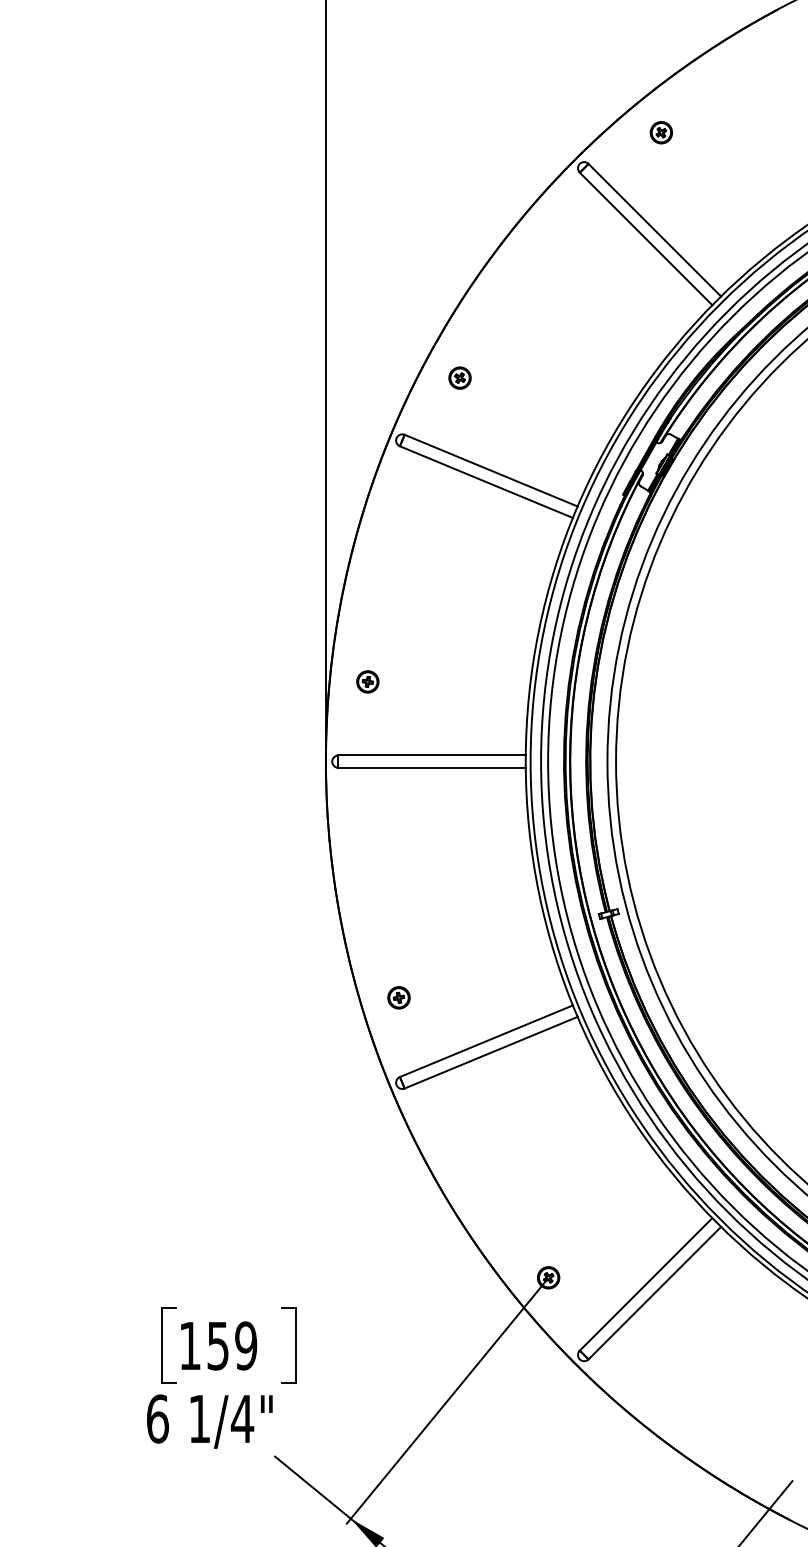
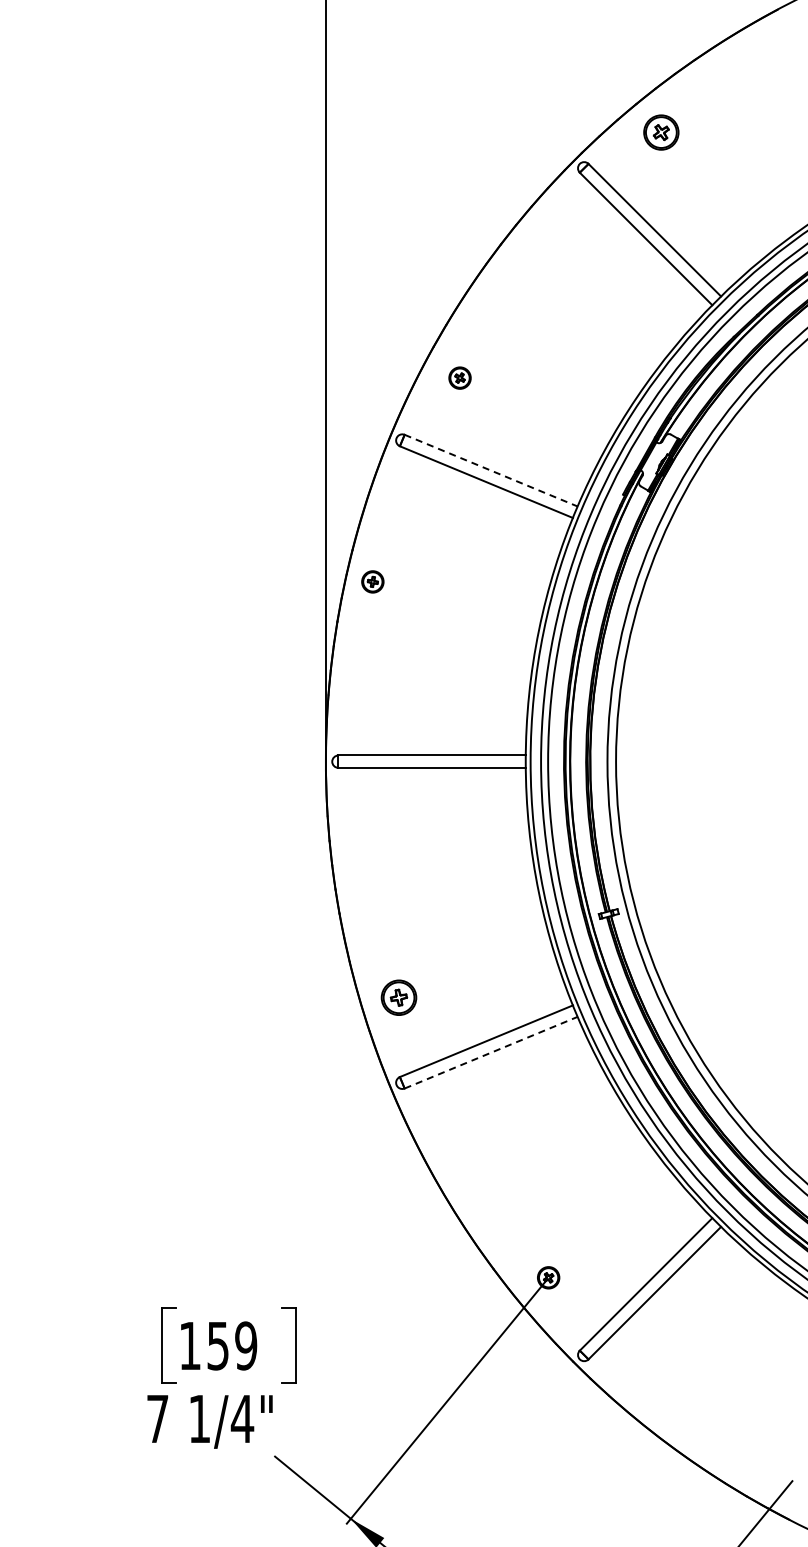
part at (661, 132) size: 25x24 px -> 37x37 px
line at (491, 470): solid -> dashed
part at (367, 681) position: (367, 681) -> (372, 581)
part at (398, 997) size: 24x24 px -> 38x37 px
line at (491, 1052): solid -> dashed
text at (158, 1418): 6 -> 7
